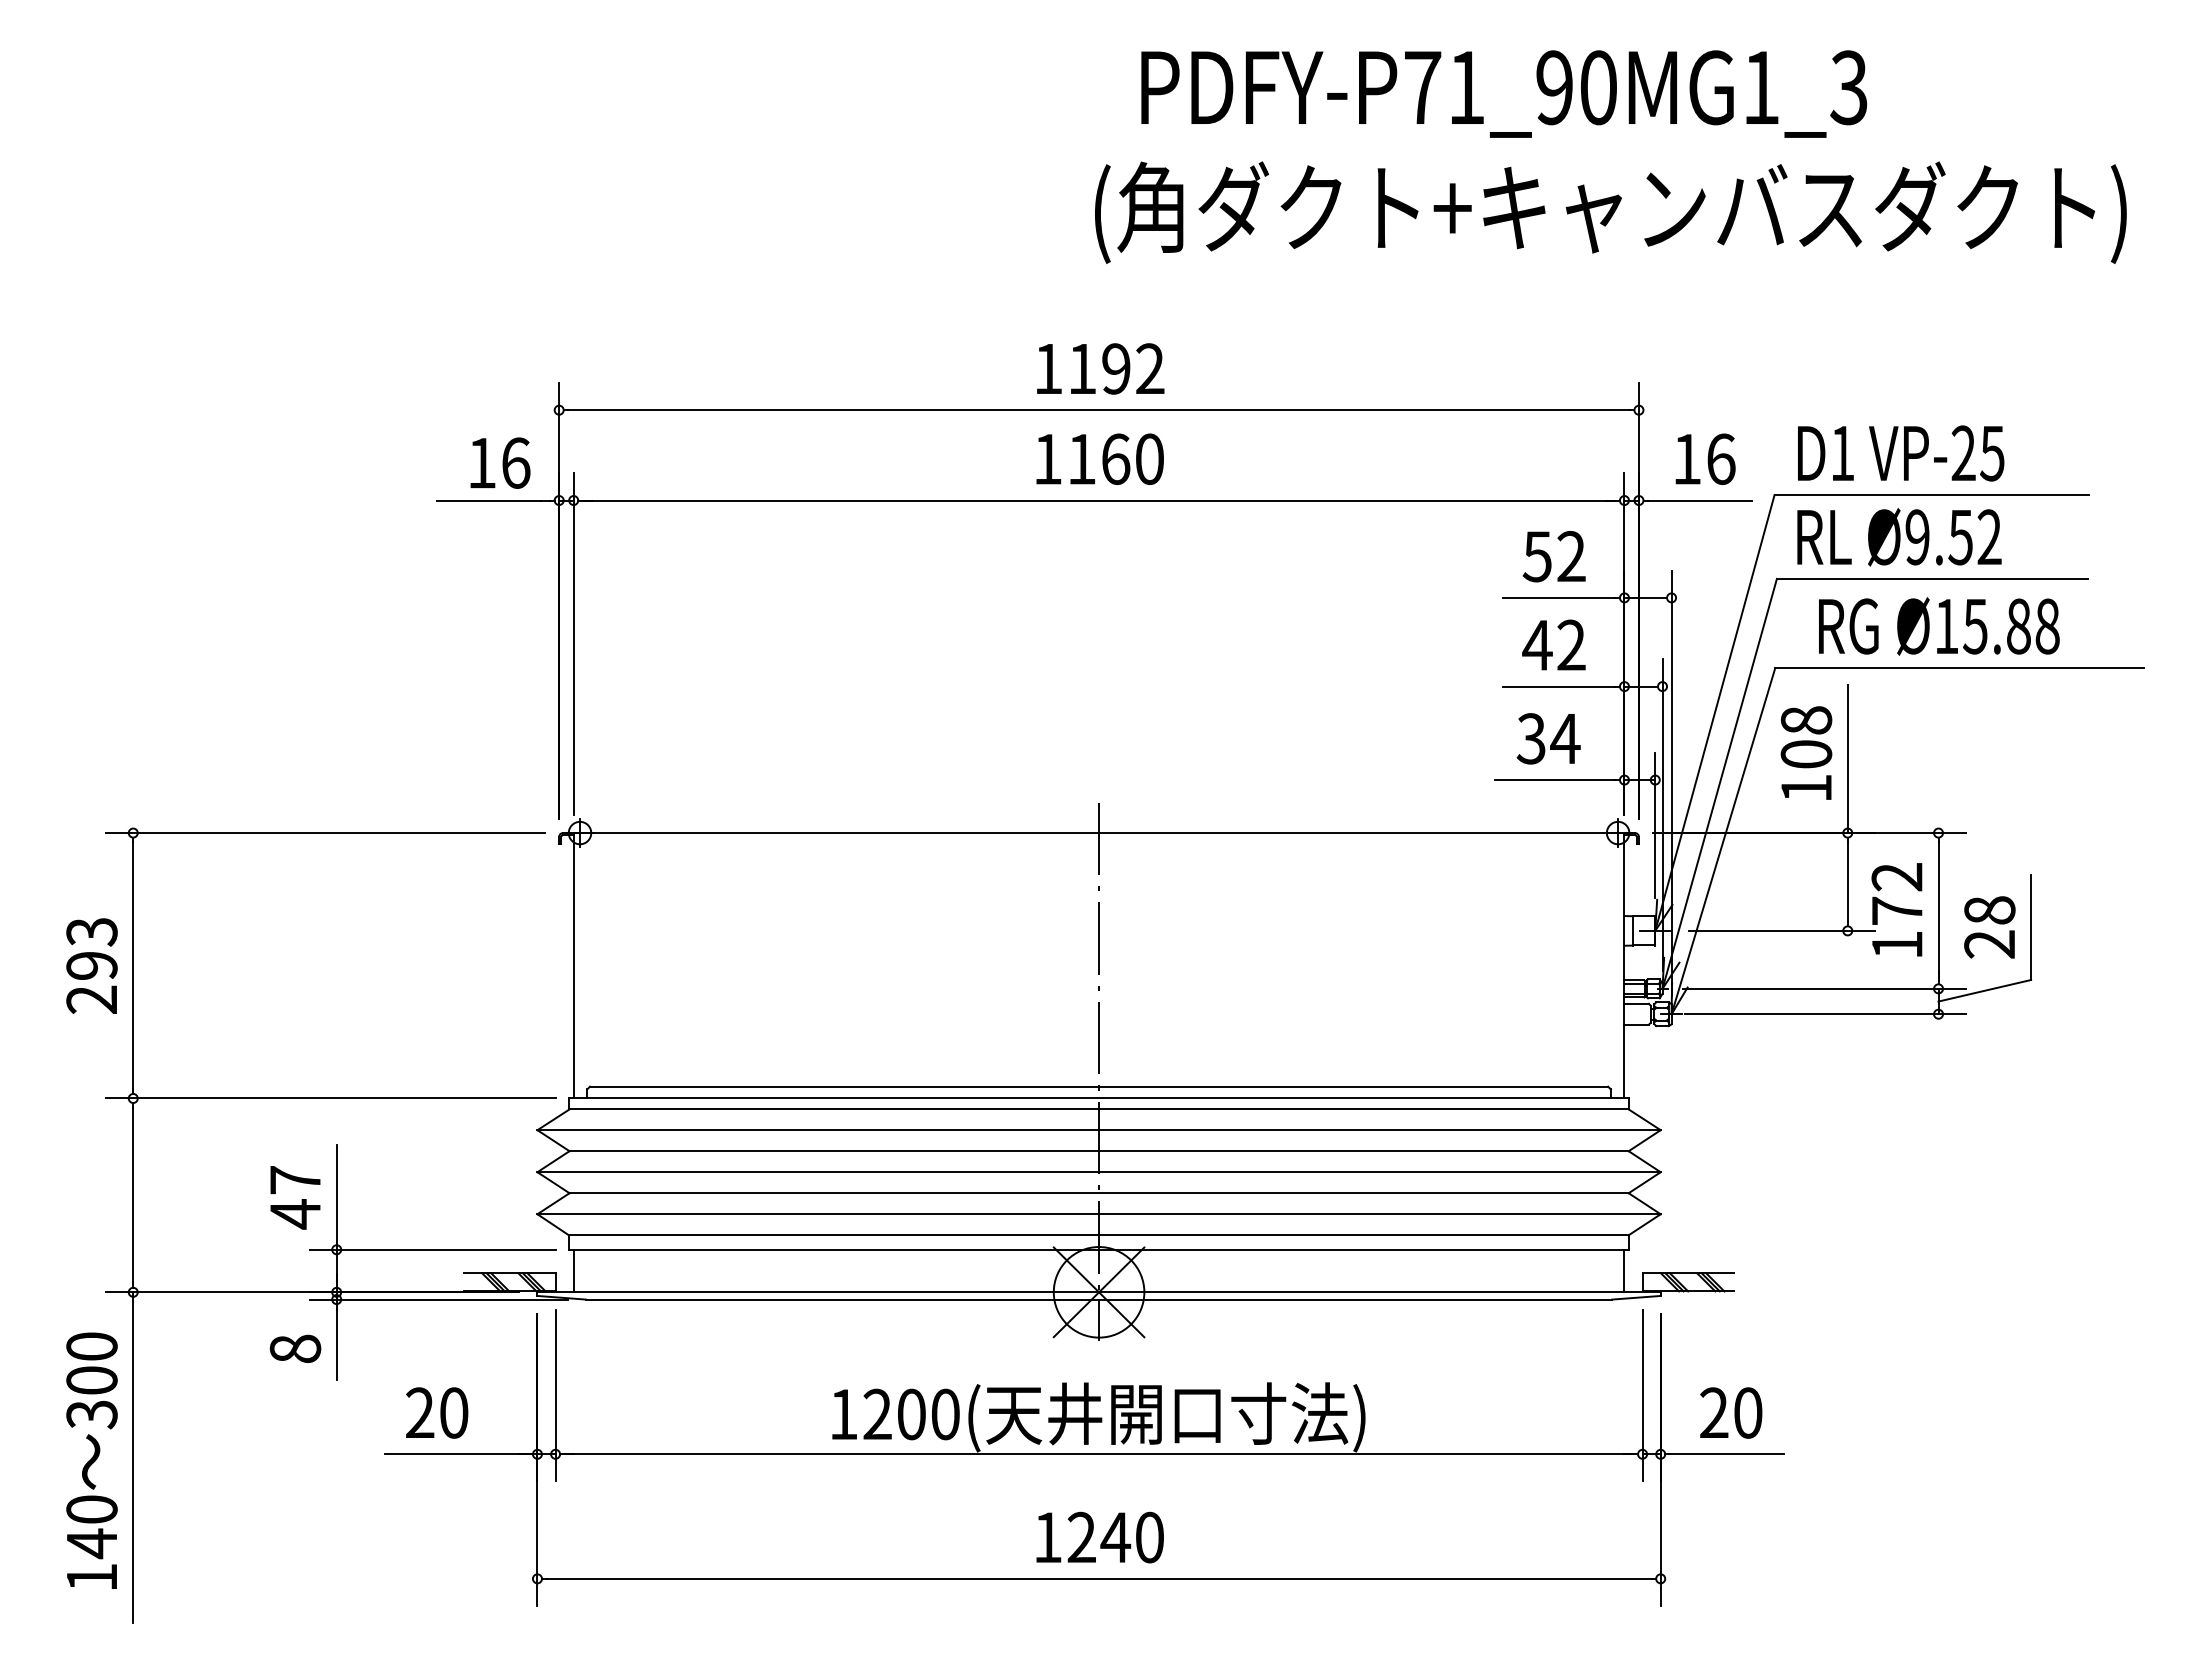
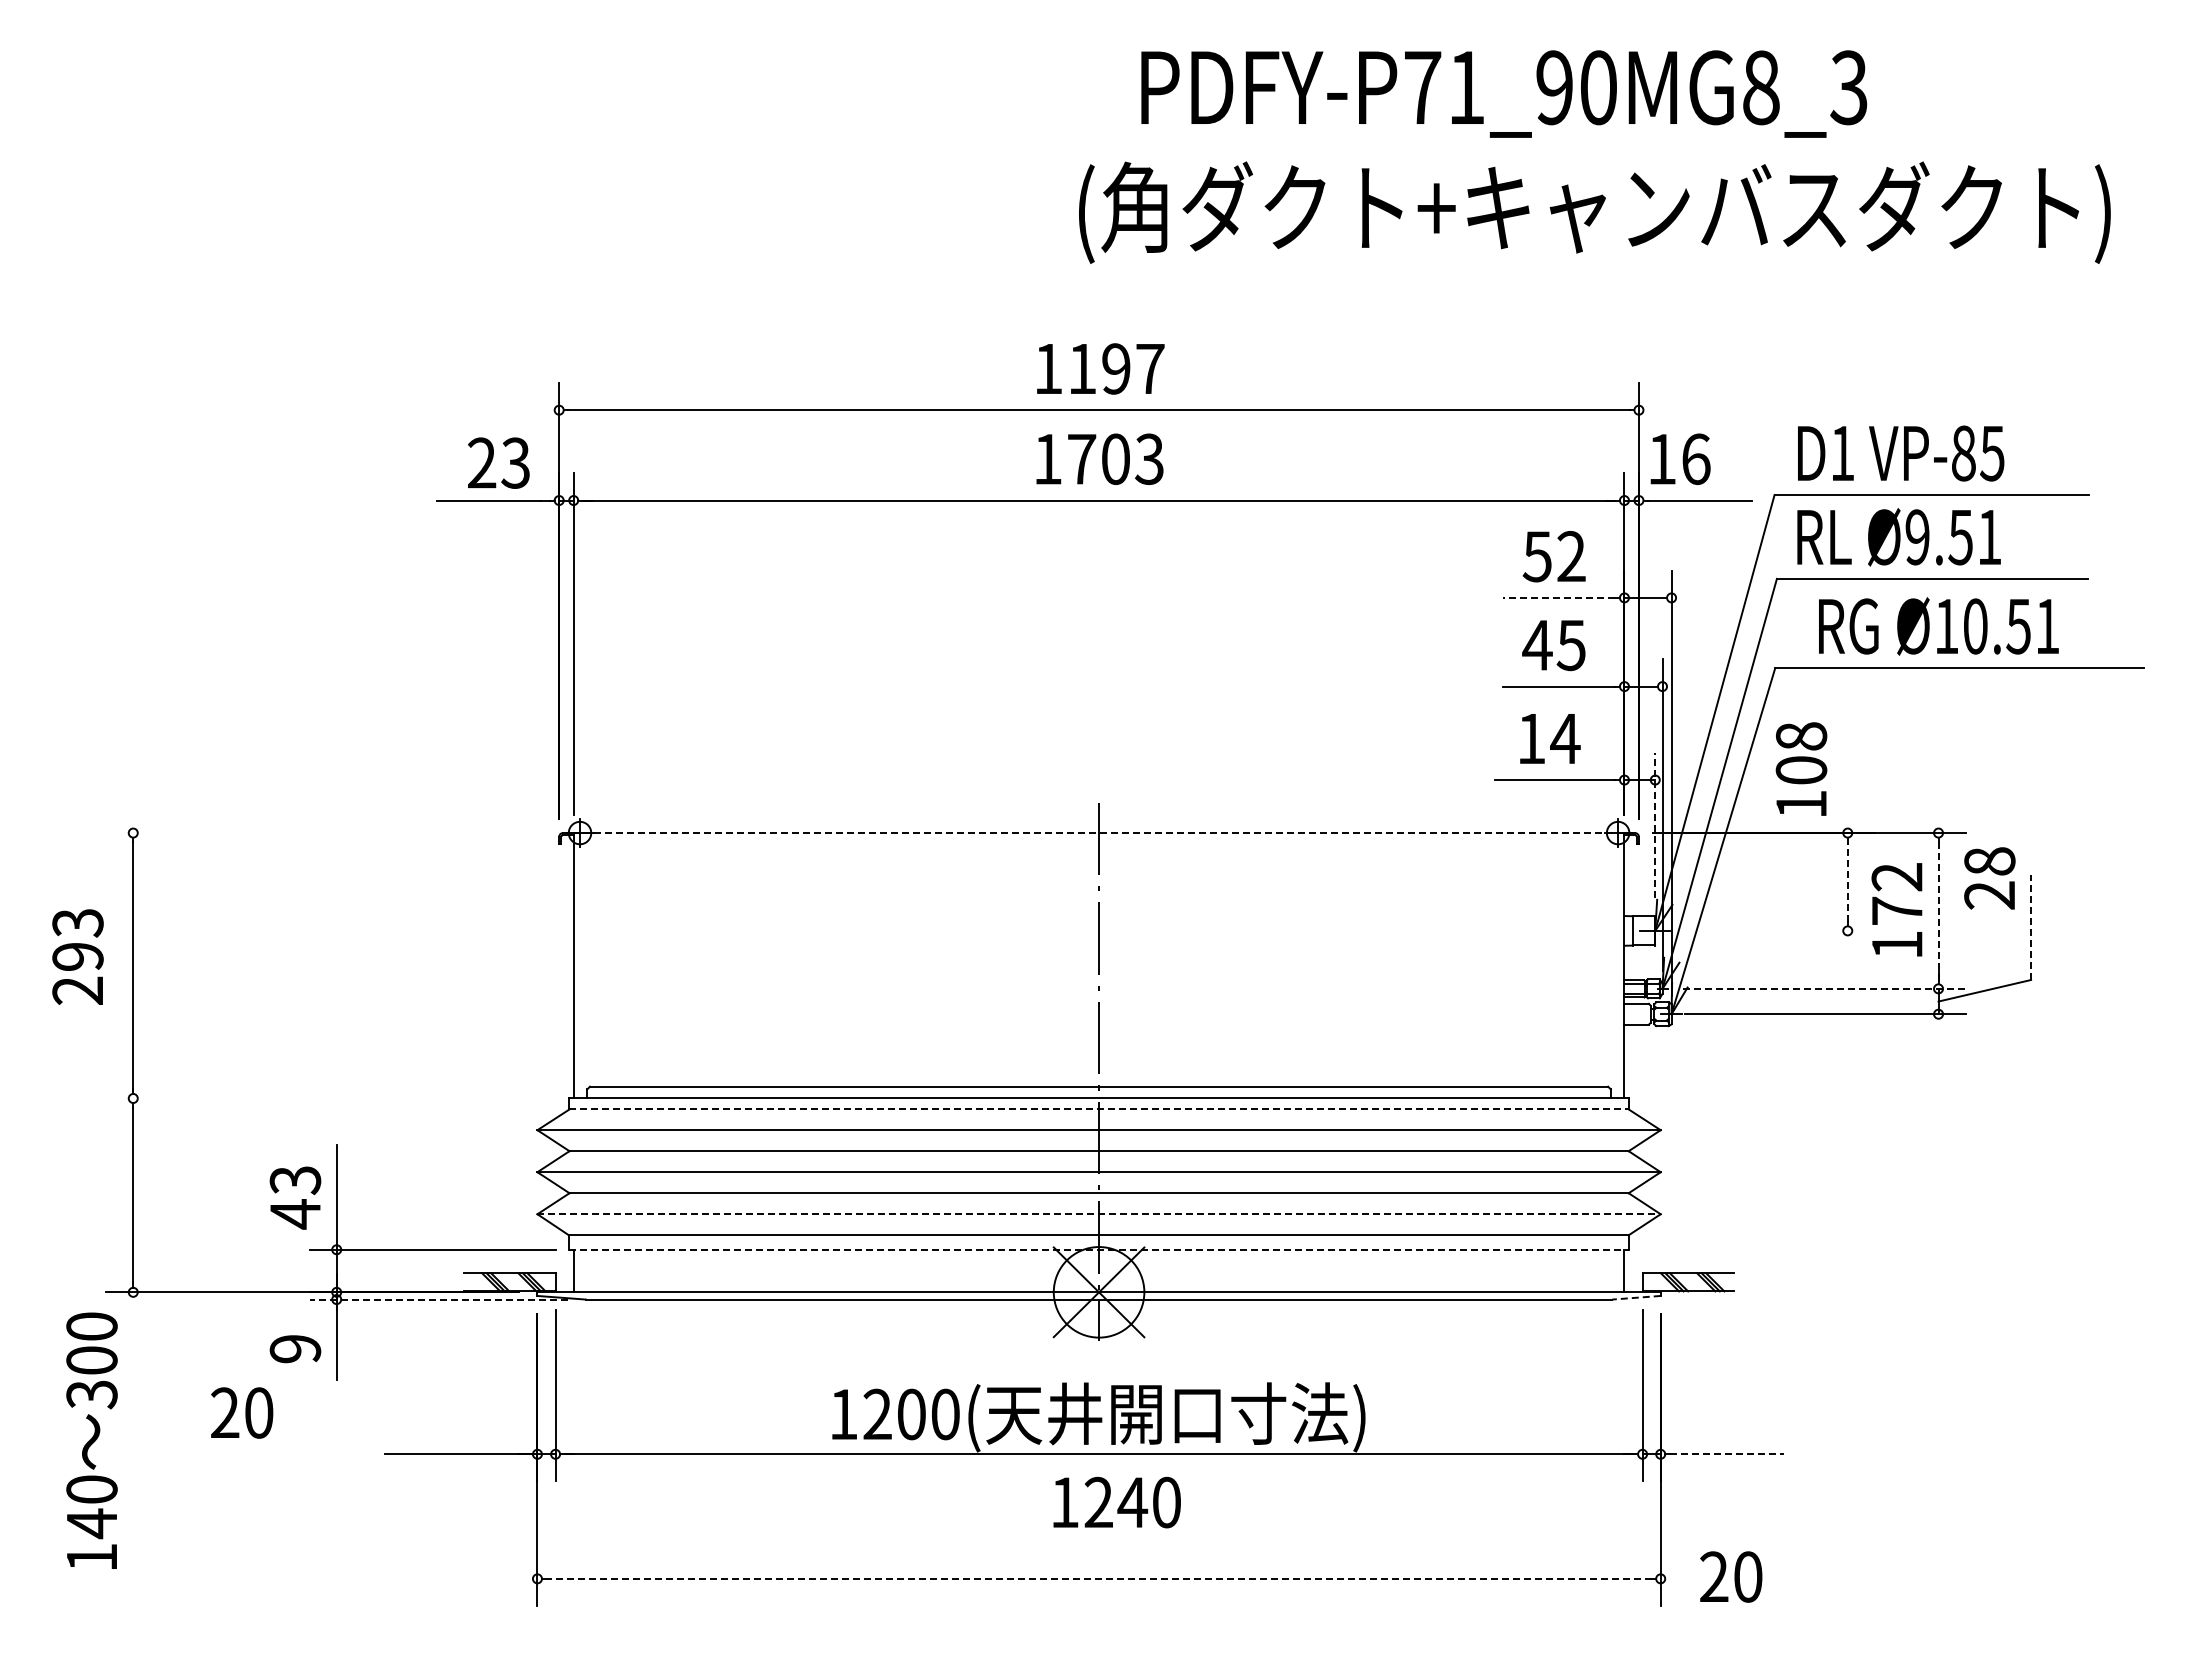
text at (1761, 87): PDFY-P71_90MG1_3 -> PDFY-P71_90MG8_3
text at (1610, 212) position: (1610, 212) -> (1594, 212)
text at (1150, 368): 1192 -> 1197
text at (1963, 453): VP-25 -> VP-85
text at (1115, 458): 1160 -> 1703
text at (1705, 458) position: (1705, 458) -> (1680, 458)
text at (499, 462): 16 -> 23
text at (1989, 536): Ø9.52 -> Ø9.51
line at (1558, 597): solid -> dashed
text at (2011, 626): Ø15.88 -> Ø10.51
text at (1570, 645): 42 -> 45
text at (1530, 738): 34 -> 14
text at (1806, 752) position: (1806, 752) -> (1801, 768)
line at (1847, 758): present -> none
line at (1655, 824): solid -> dashed
line at (325, 833): present -> none
line at (1098, 833): solid -> dashed
line at (1847, 881): solid -> dashed
line at (1938, 910): solid -> dashed
text at (1989, 927) position: (1989, 927) -> (1989, 878)
line at (2031, 927): solid -> dashed
line at (1781, 930): present -> none
text at (91, 965) position: (91, 965) -> (77, 956)
line at (1824, 988): solid -> dashed
line at (330, 1098): present -> none
line at (1098, 1109): solid -> dashed
text at (295, 1180): 47 -> 43
line at (1099, 1214): solid -> dashed
line at (1098, 1249): solid -> dashed
line at (1635, 1297): solid -> dashed
line at (438, 1299): solid -> dashed
text at (295, 1348): 8 -> 9
text at (437, 1412) position: (437, 1412) -> (242, 1412)
text at (1731, 1412) position: (1731, 1412) -> (1731, 1576)
line at (1727, 1454): solid -> dashed
line at (133, 1457): present -> none
text at (91, 1460) position: (91, 1460) -> (91, 1440)
text at (1099, 1537) position: (1099, 1537) -> (1116, 1502)
line at (1099, 1578): solid -> dashed
